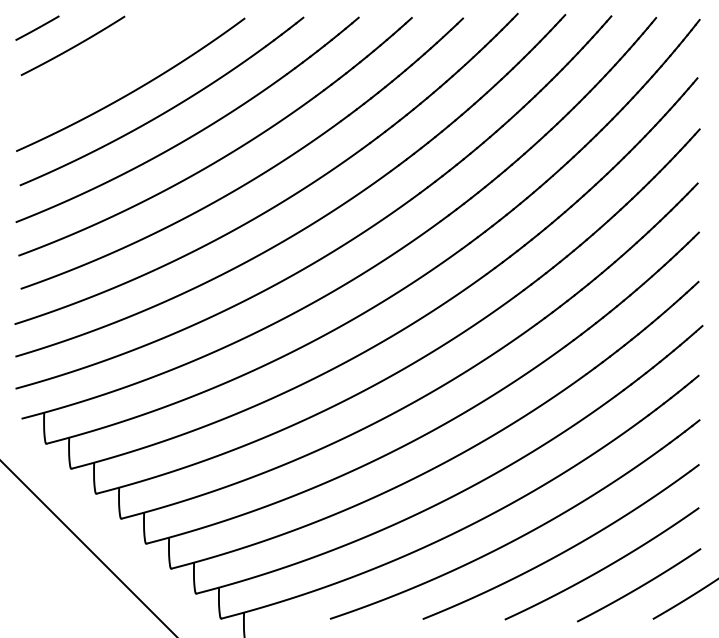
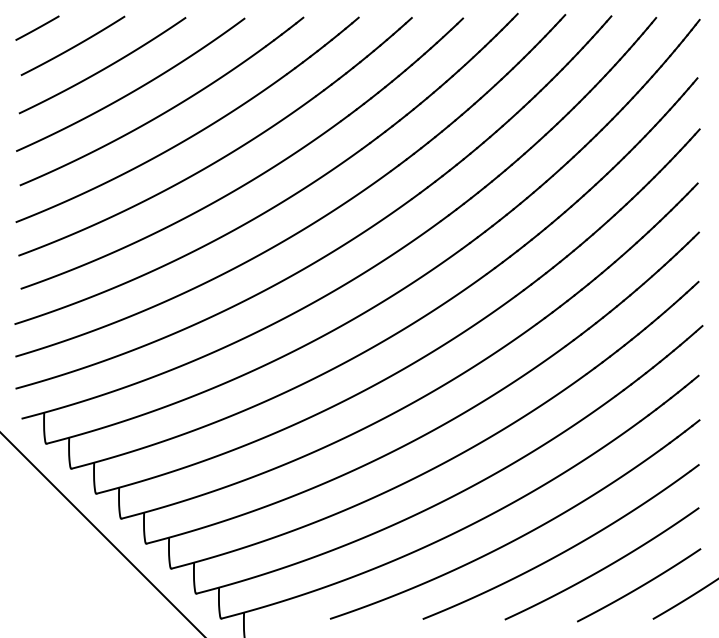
curve at (104, 67): none -> present
line at (88, 548) position: (88, 548) -> (102, 534)
